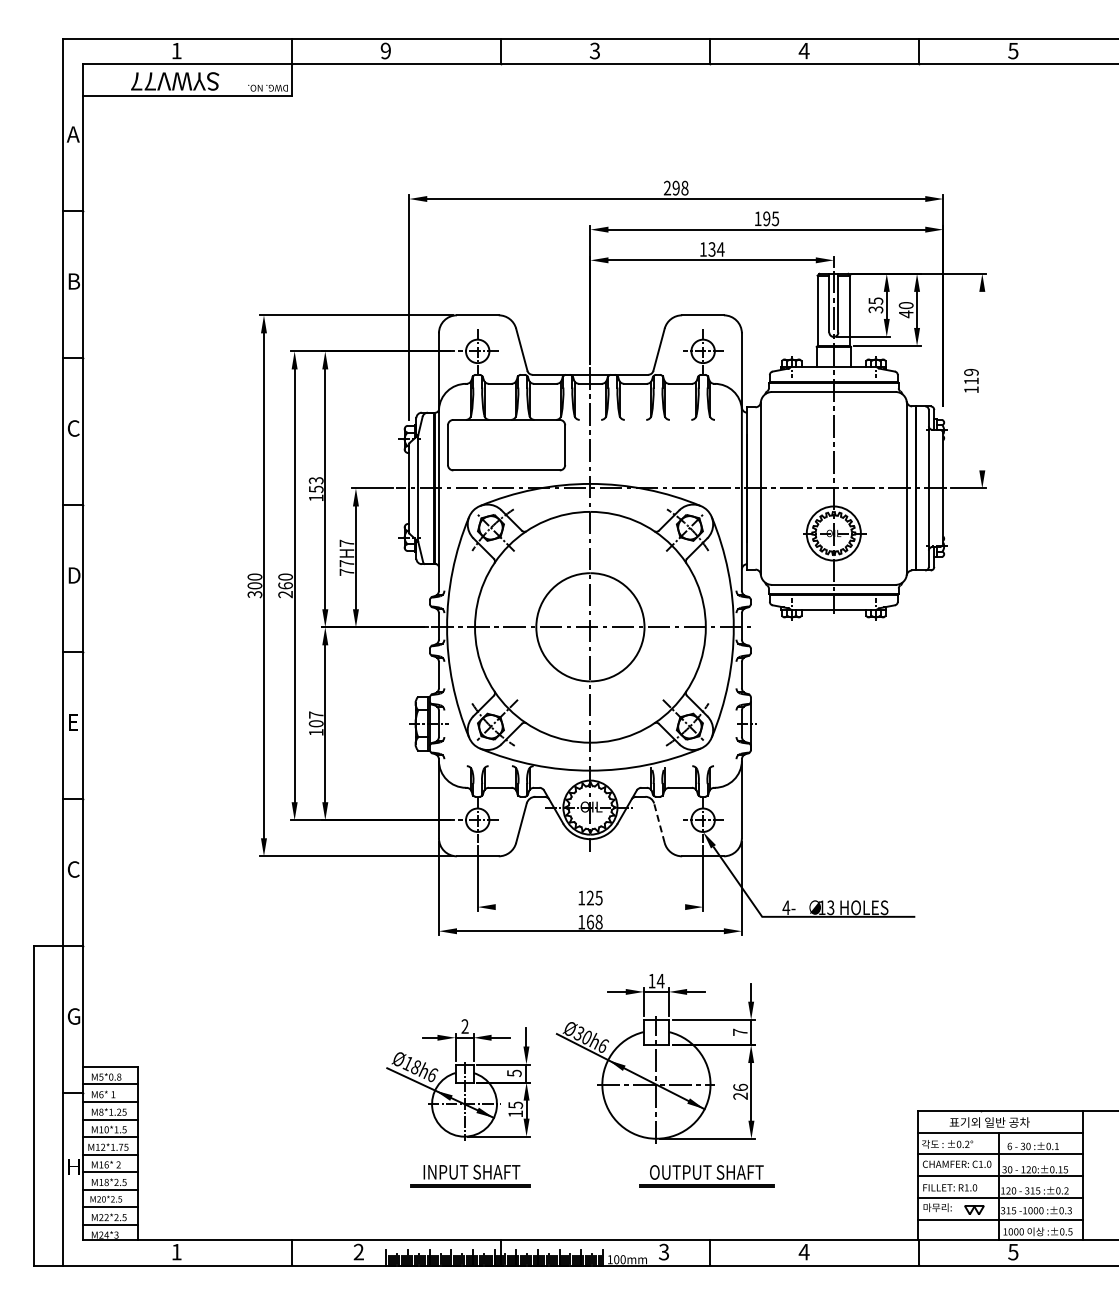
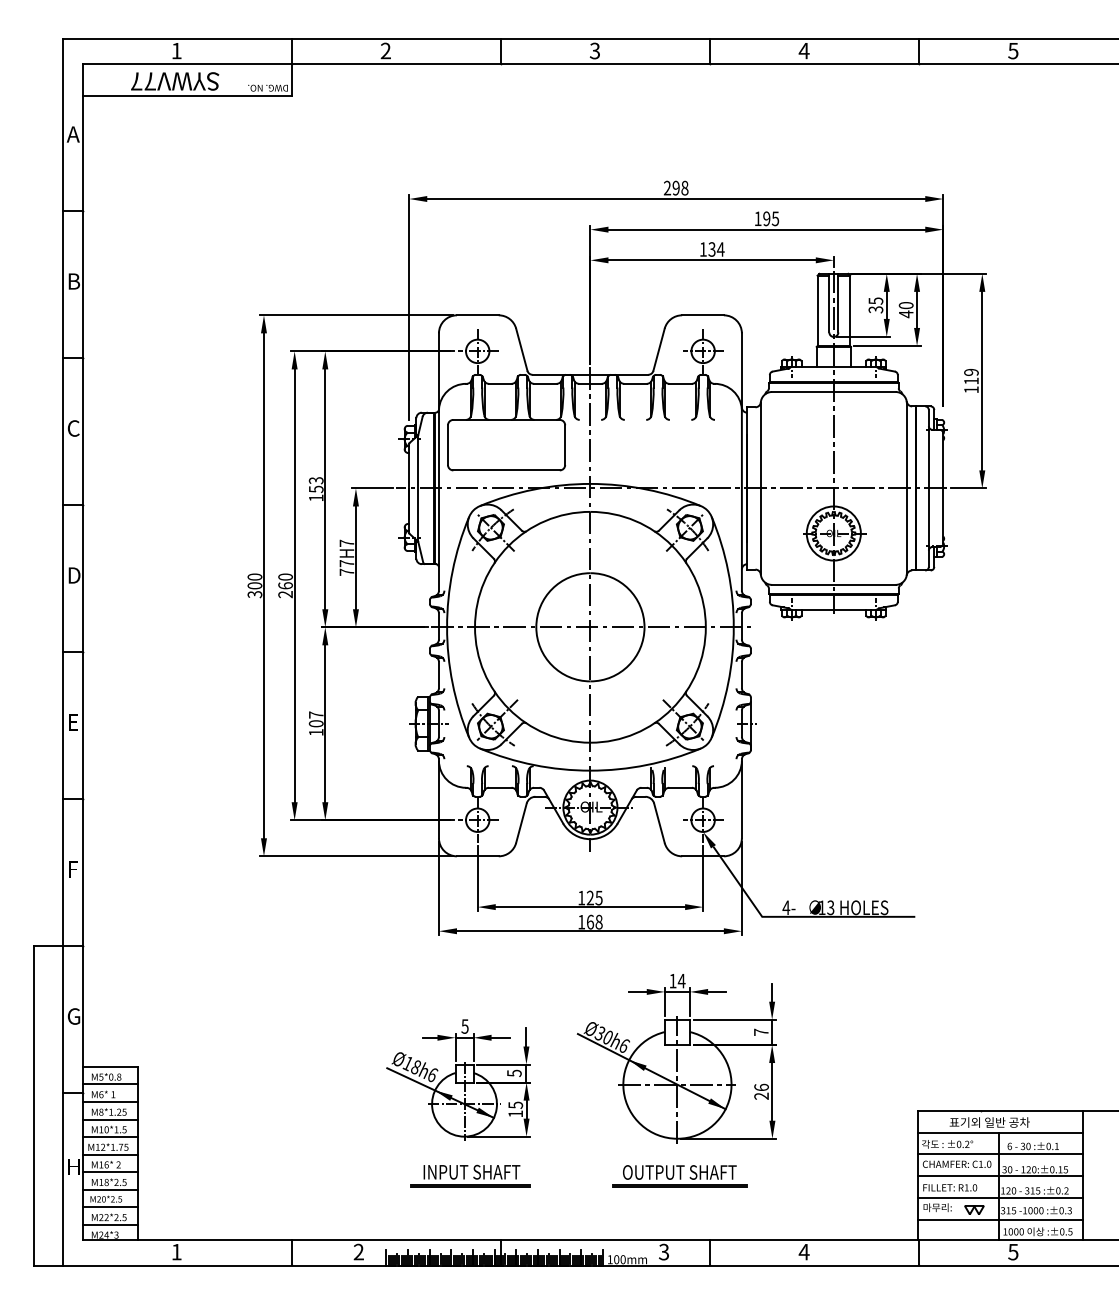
text at (385, 51): 9 -> 2
line at (982, 380): none -> present
line at (659, 822): dashed -> solid
text at (73, 869): C -> F
line at (590, 907): none -> present
text at (464, 1026): 2 -> 5
part at (655, 1058) position: (655, 1058) -> (676, 1058)
part at (706, 1176) position: (706, 1176) -> (679, 1176)
